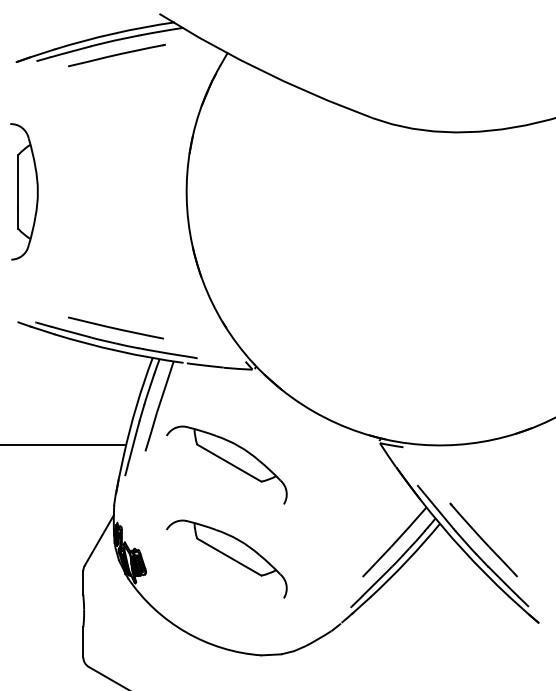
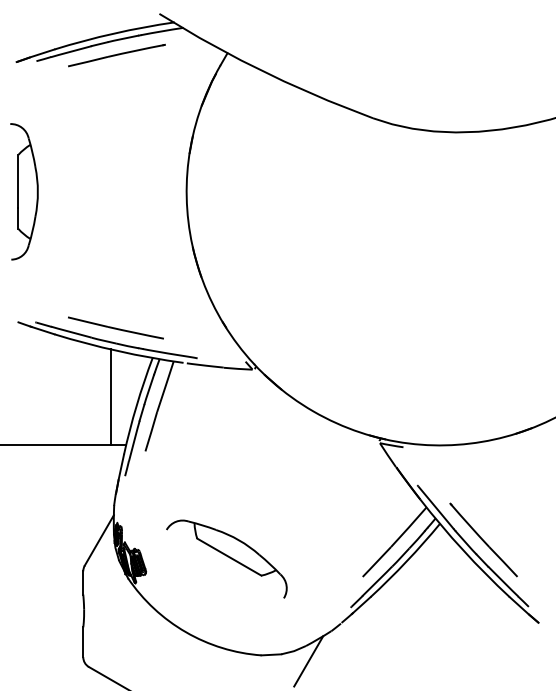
line at (111, 397): none -> present
part at (226, 464): present -> none
line at (308, 661): none -> present
